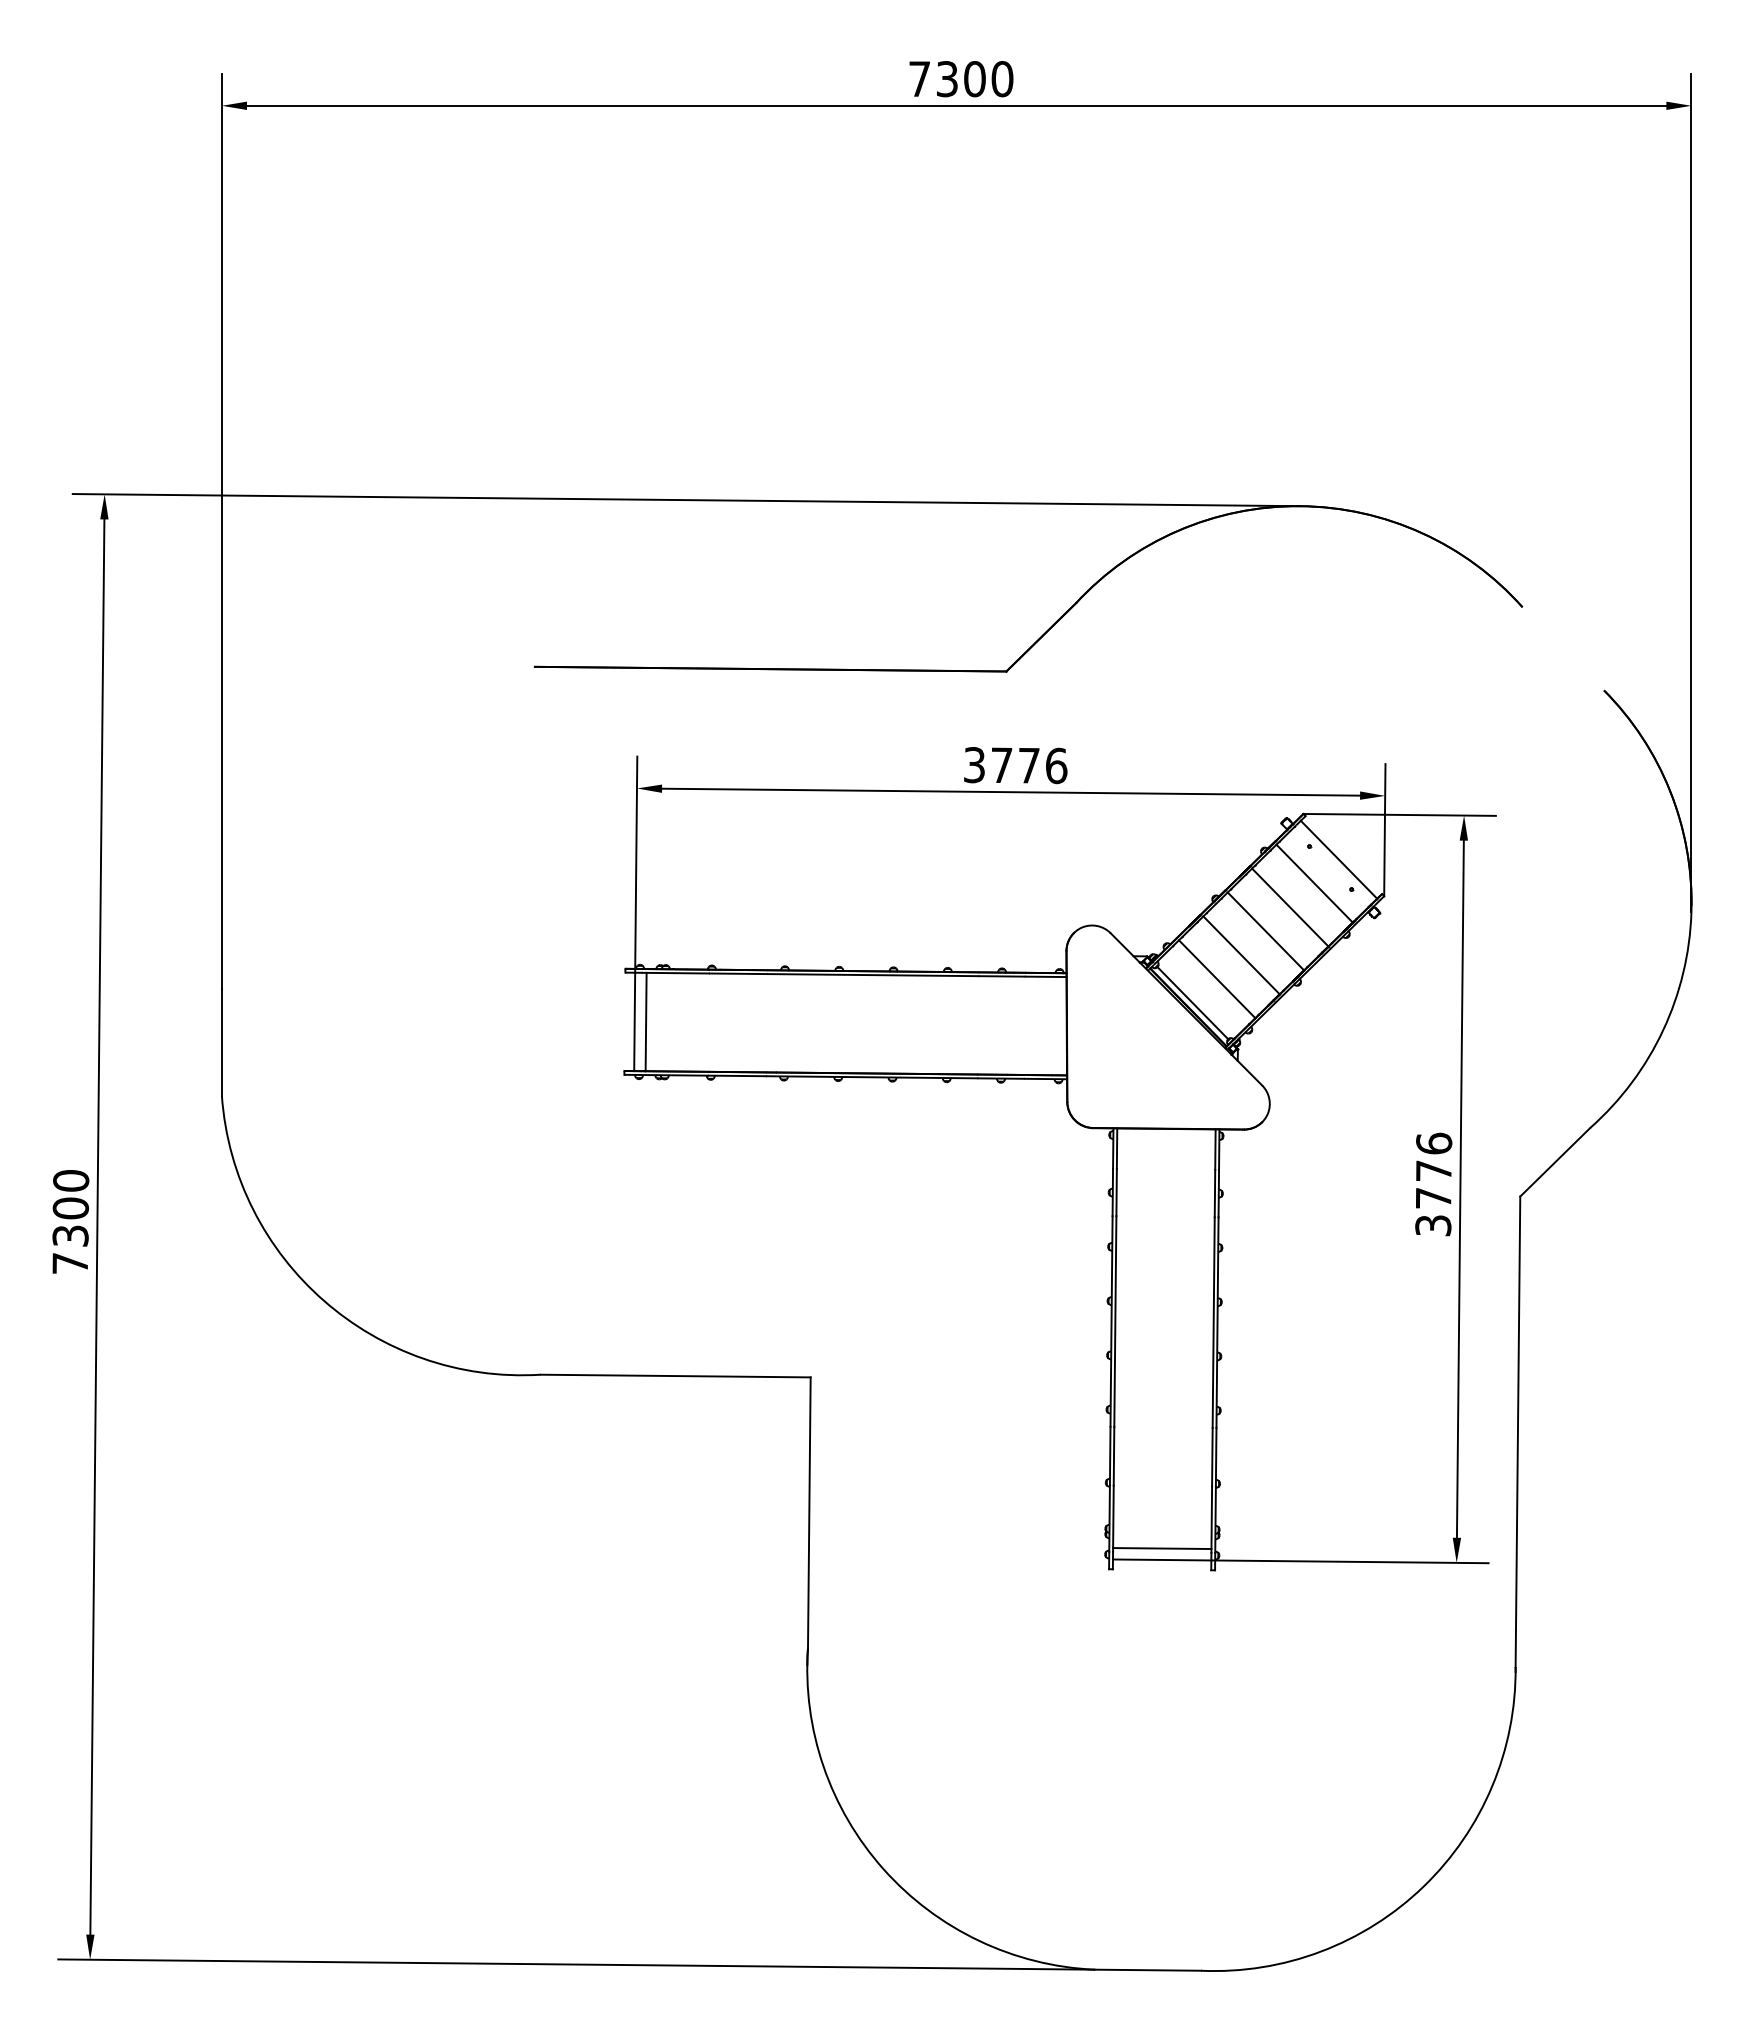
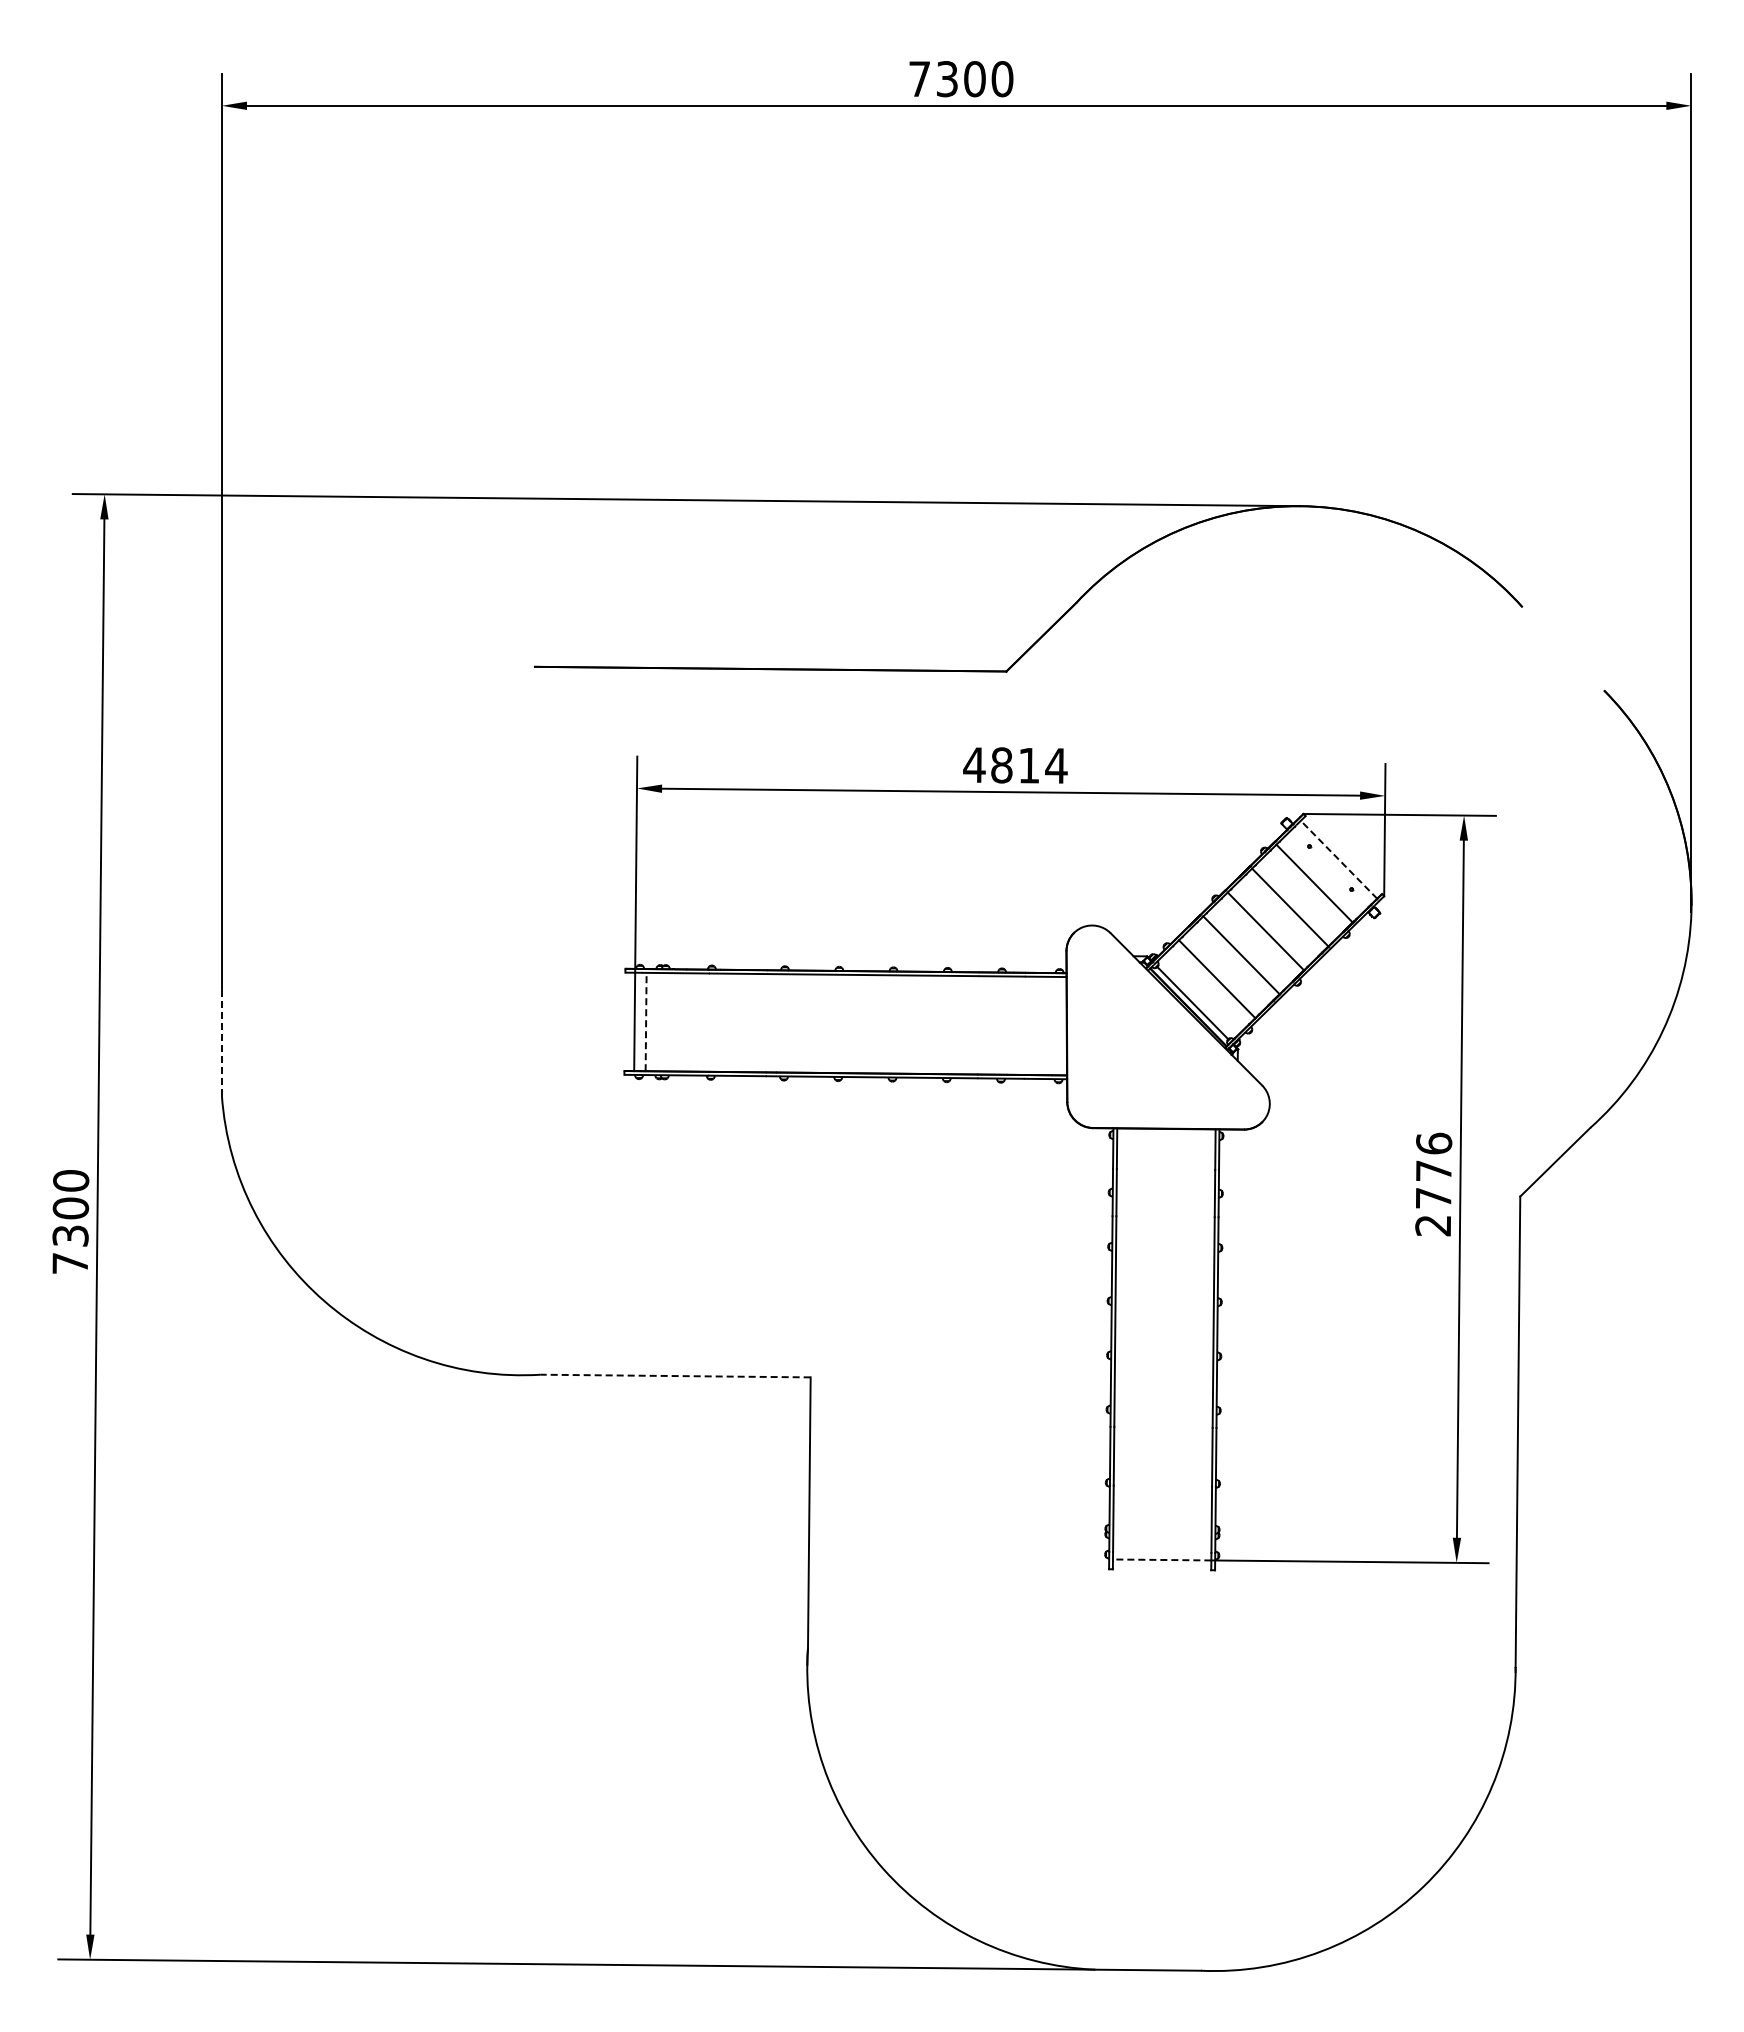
text at (1015, 765): 3776 -> 4814
line at (1339, 859): solid -> dashed
line at (646, 1021): solid -> dashed
line at (221, 1042): solid -> dashed
text at (1433, 1225): 3776 -> 2776
line at (675, 1376): solid -> dashed
line at (1162, 1548): present -> none
line at (1161, 1559): solid -> dashed
